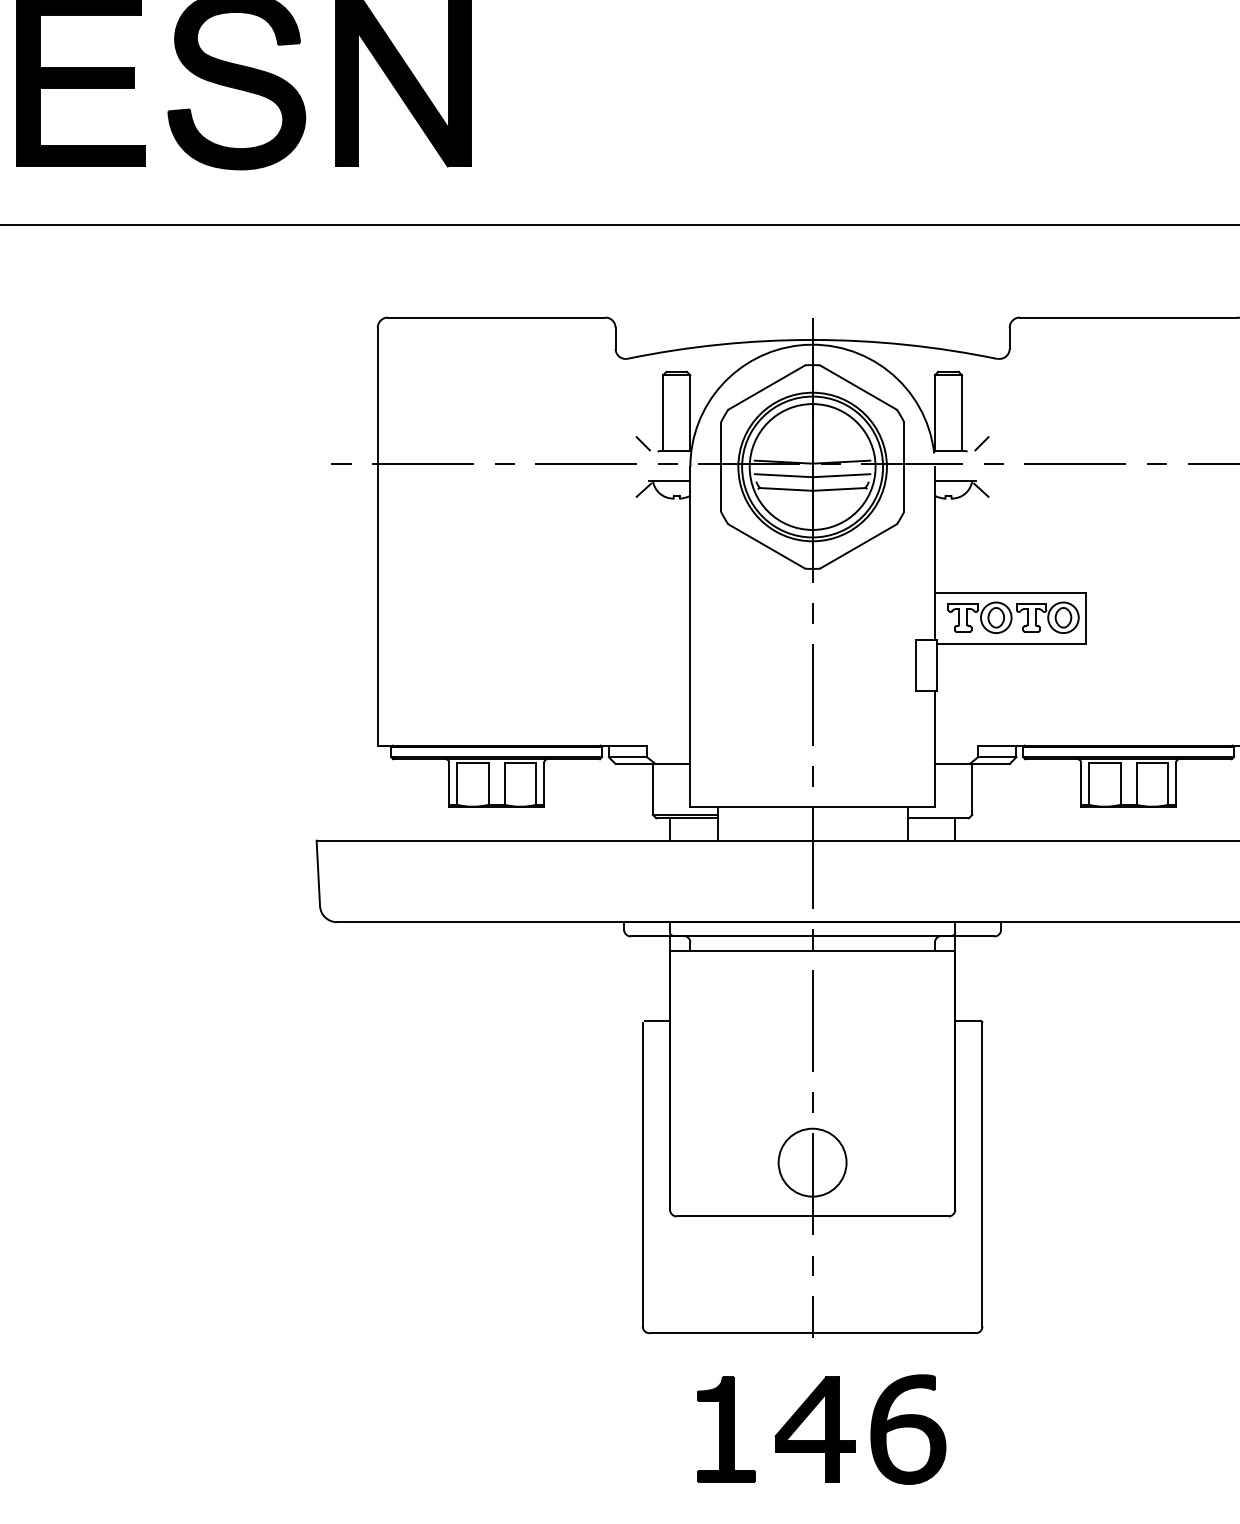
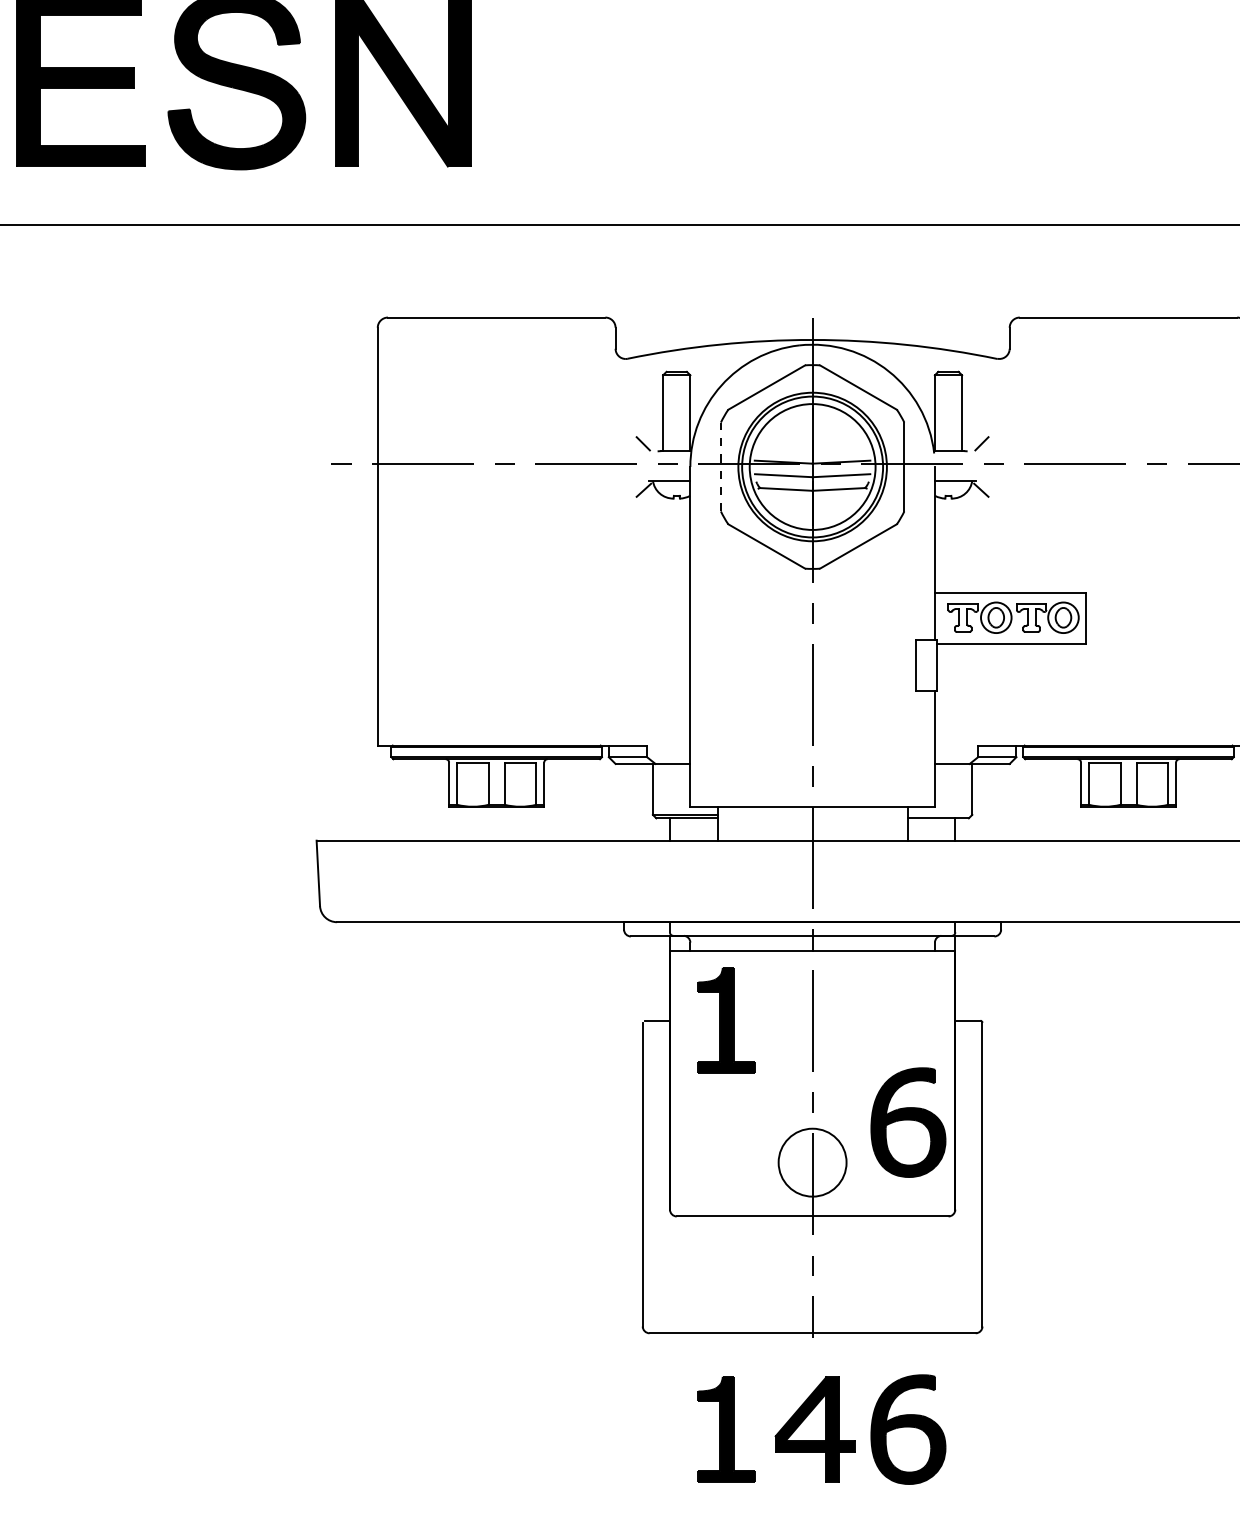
line at (720, 466): solid -> dashed
part at (726, 1020): none -> present
part at (908, 1122): none -> present
